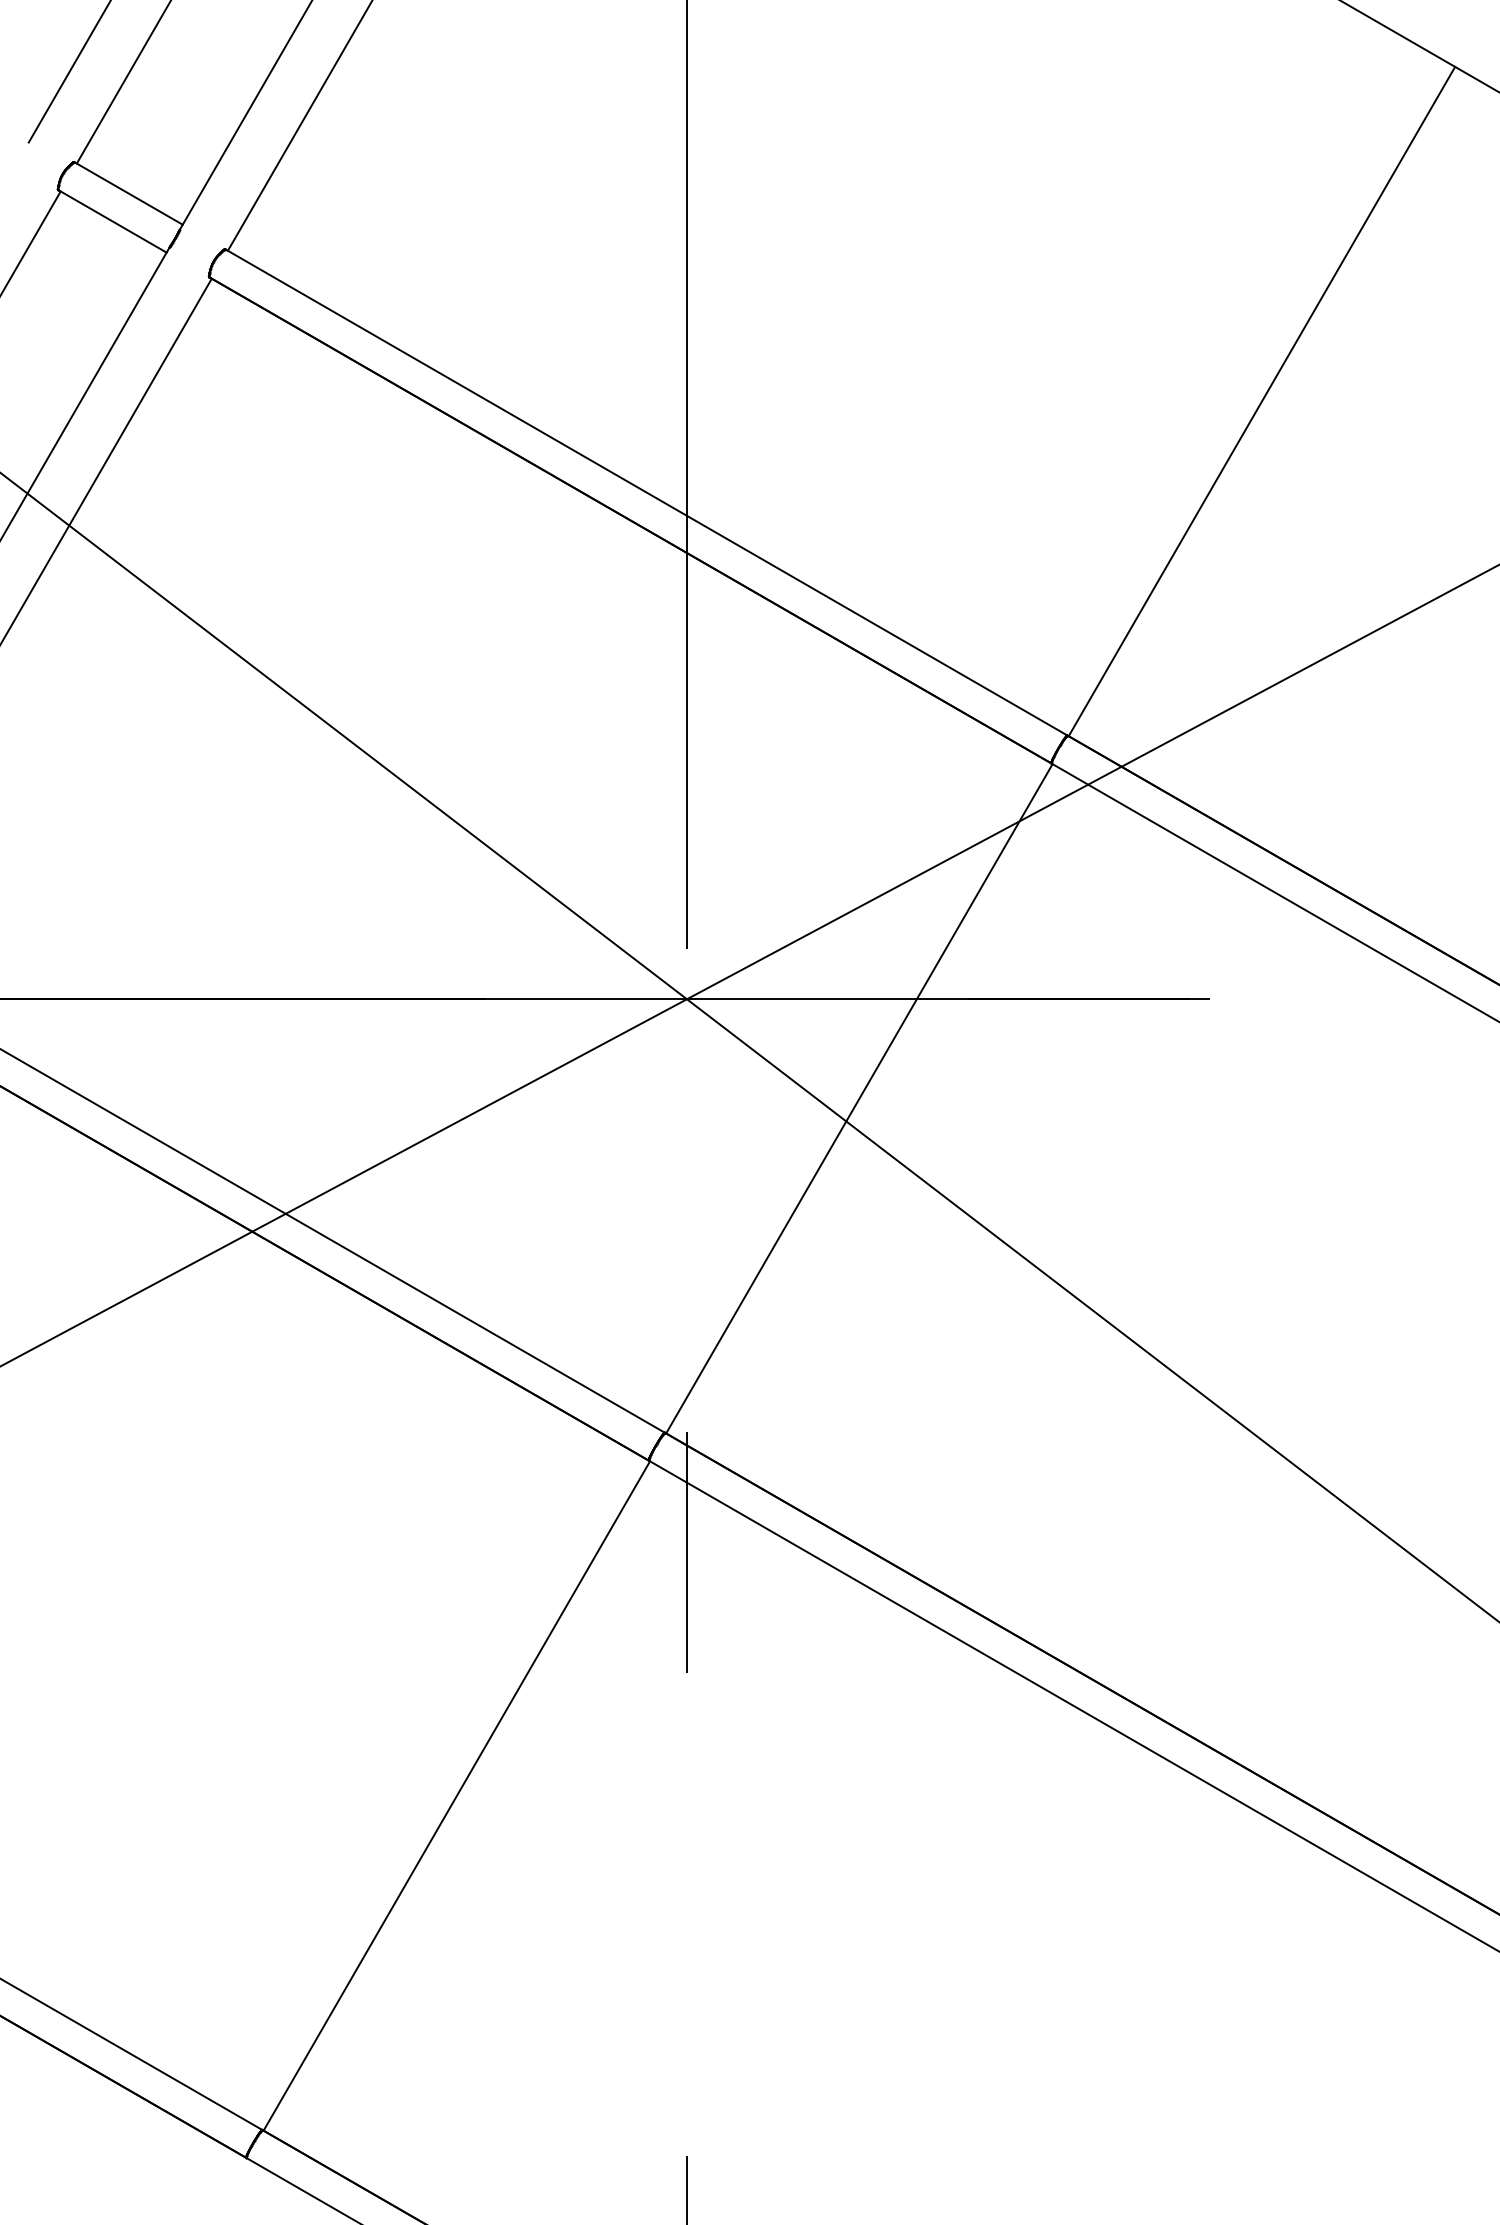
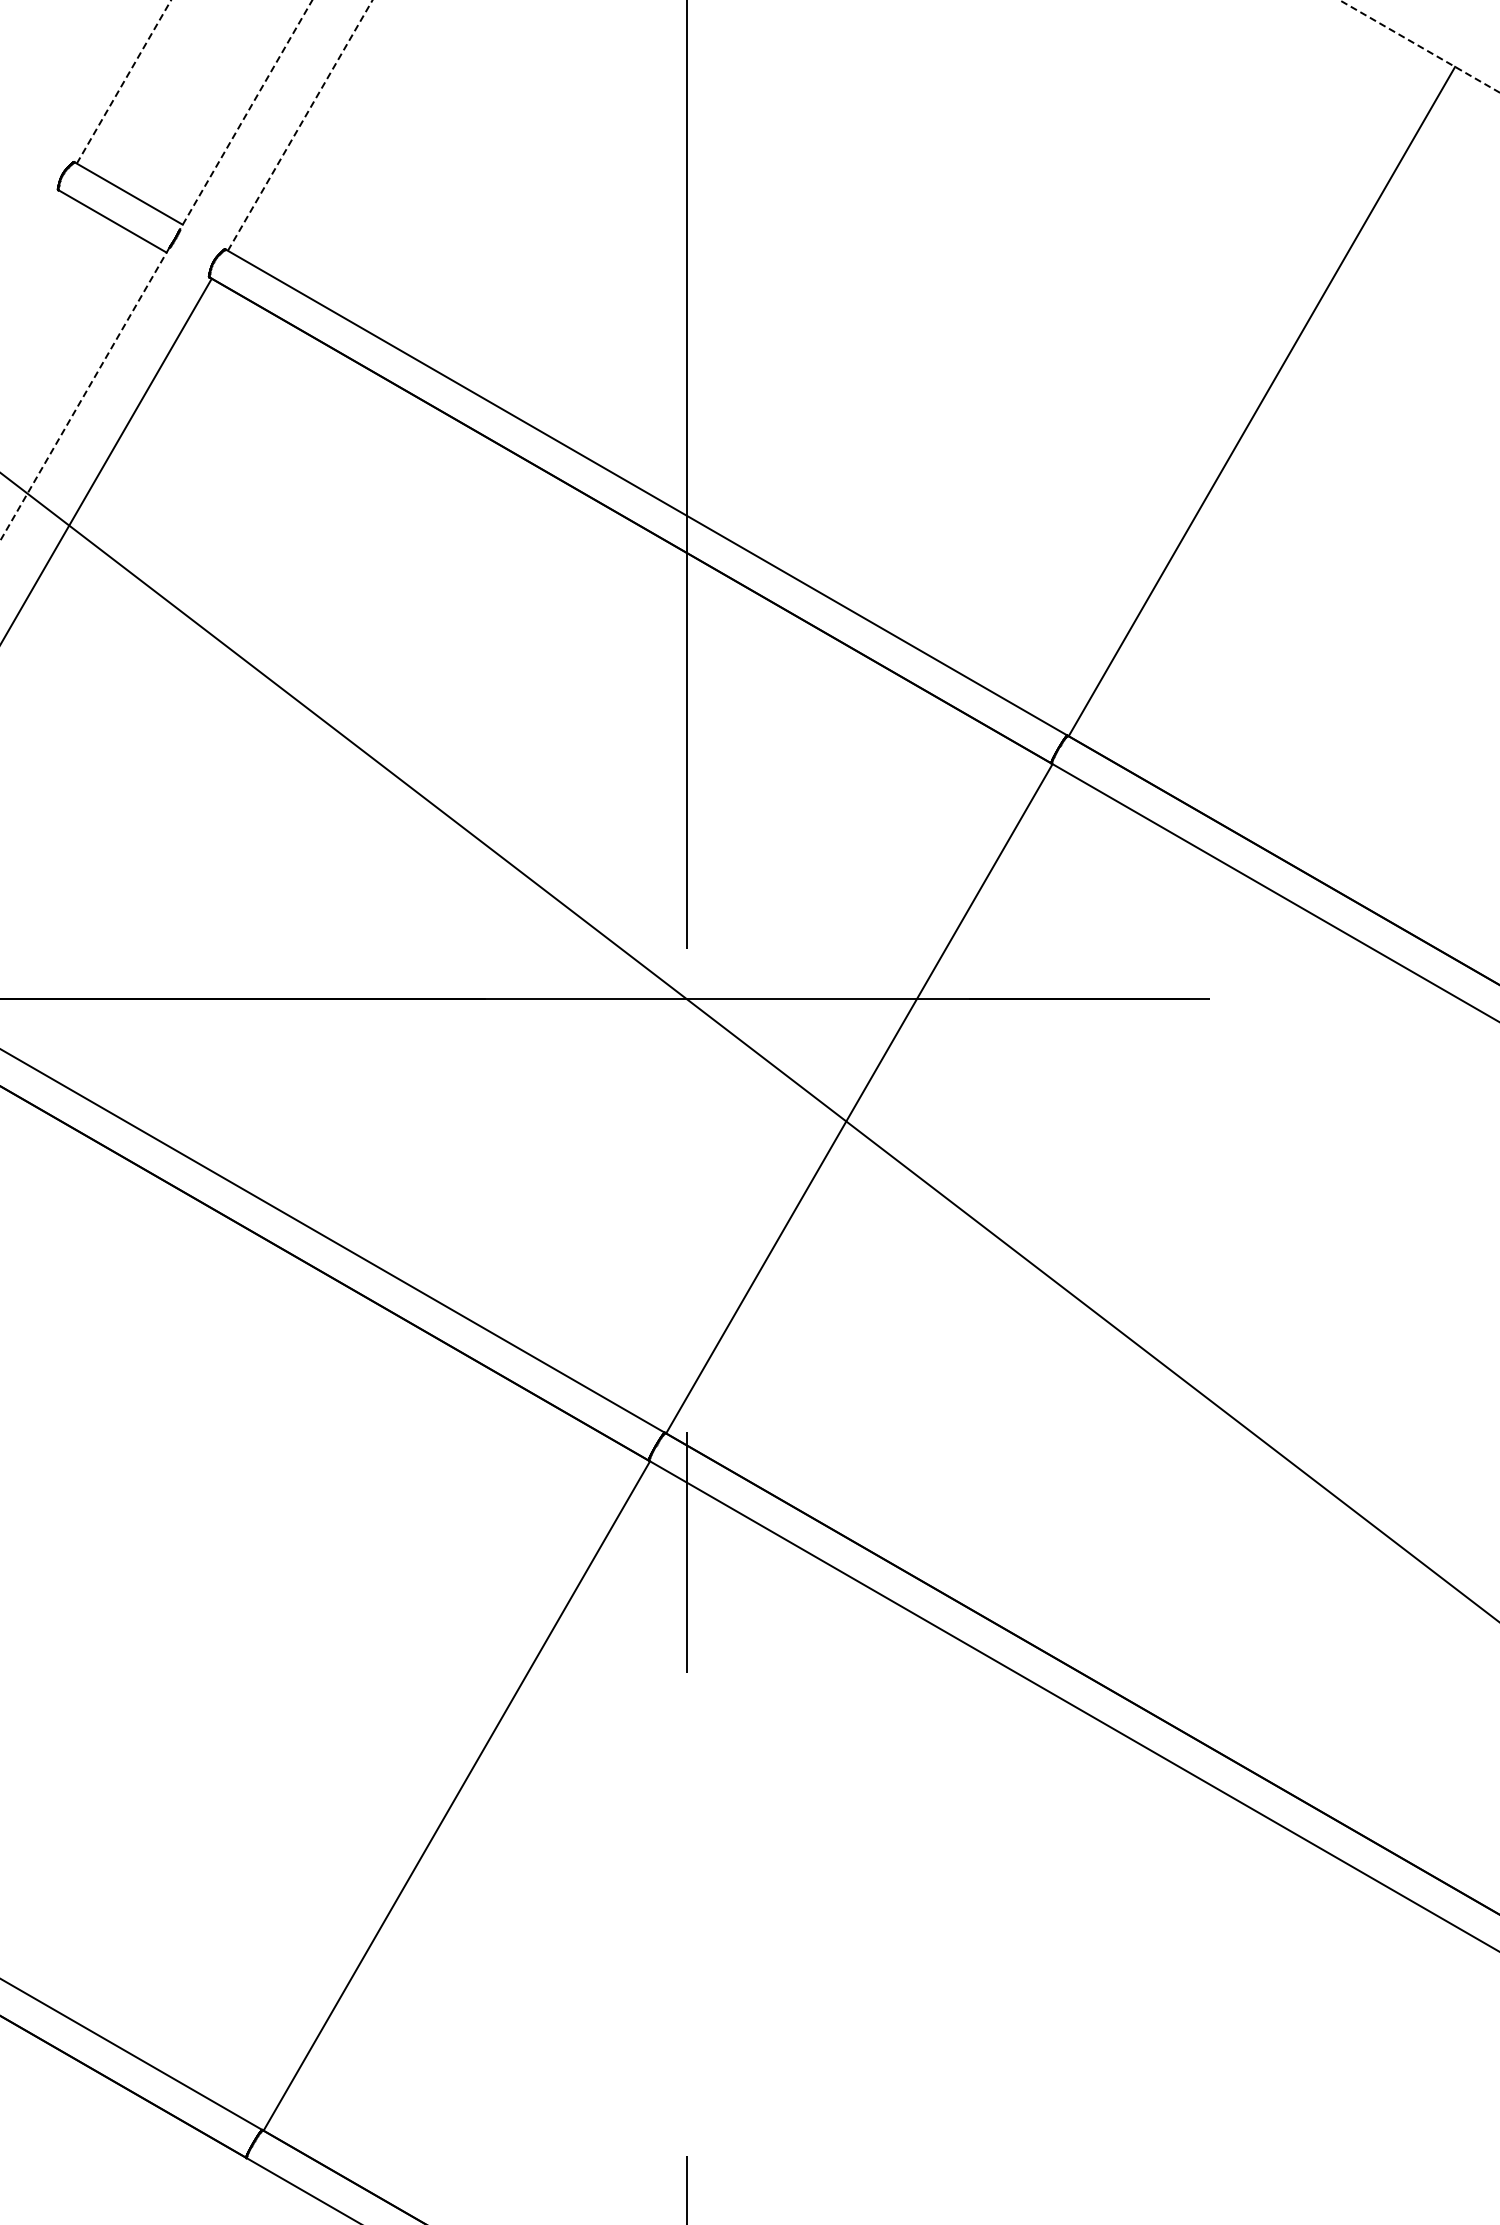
line at (1419, 46): solid -> dashed
line at (68, 72): present -> none
line at (123, 82): solid -> dashed
line at (245, 115): solid -> dashed
line at (300, 125): solid -> dashed
line at (31, 241): present -> none
line at (84, 394): solid -> dashed
line at (749, 965): present -> none
